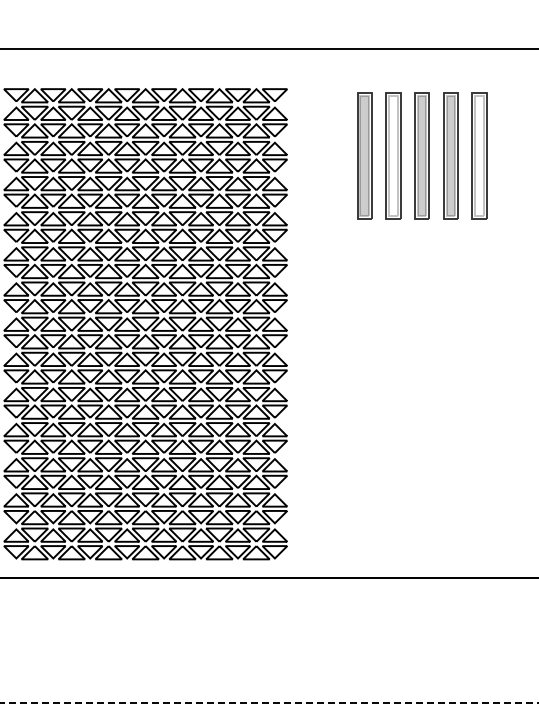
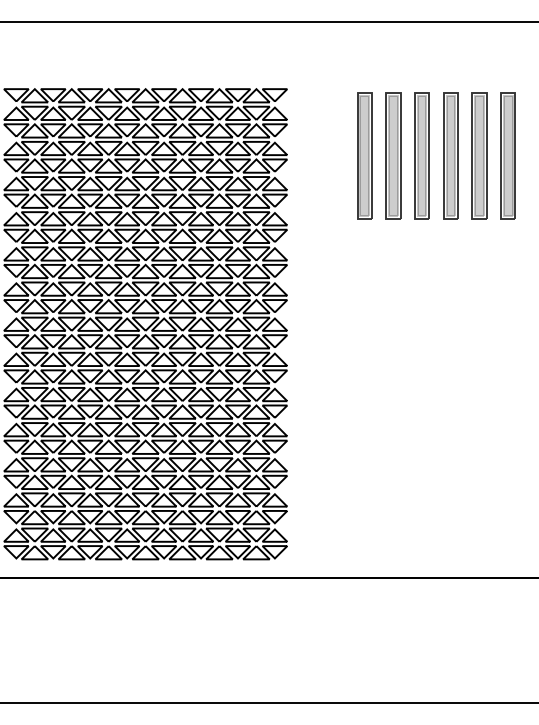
line at (268, 48) position: (268, 48) -> (268, 21)
part at (507, 155): none -> present
fill at (393, 156): none -> present
fill at (479, 156): none -> present
line at (269, 703): dashed -> solid
